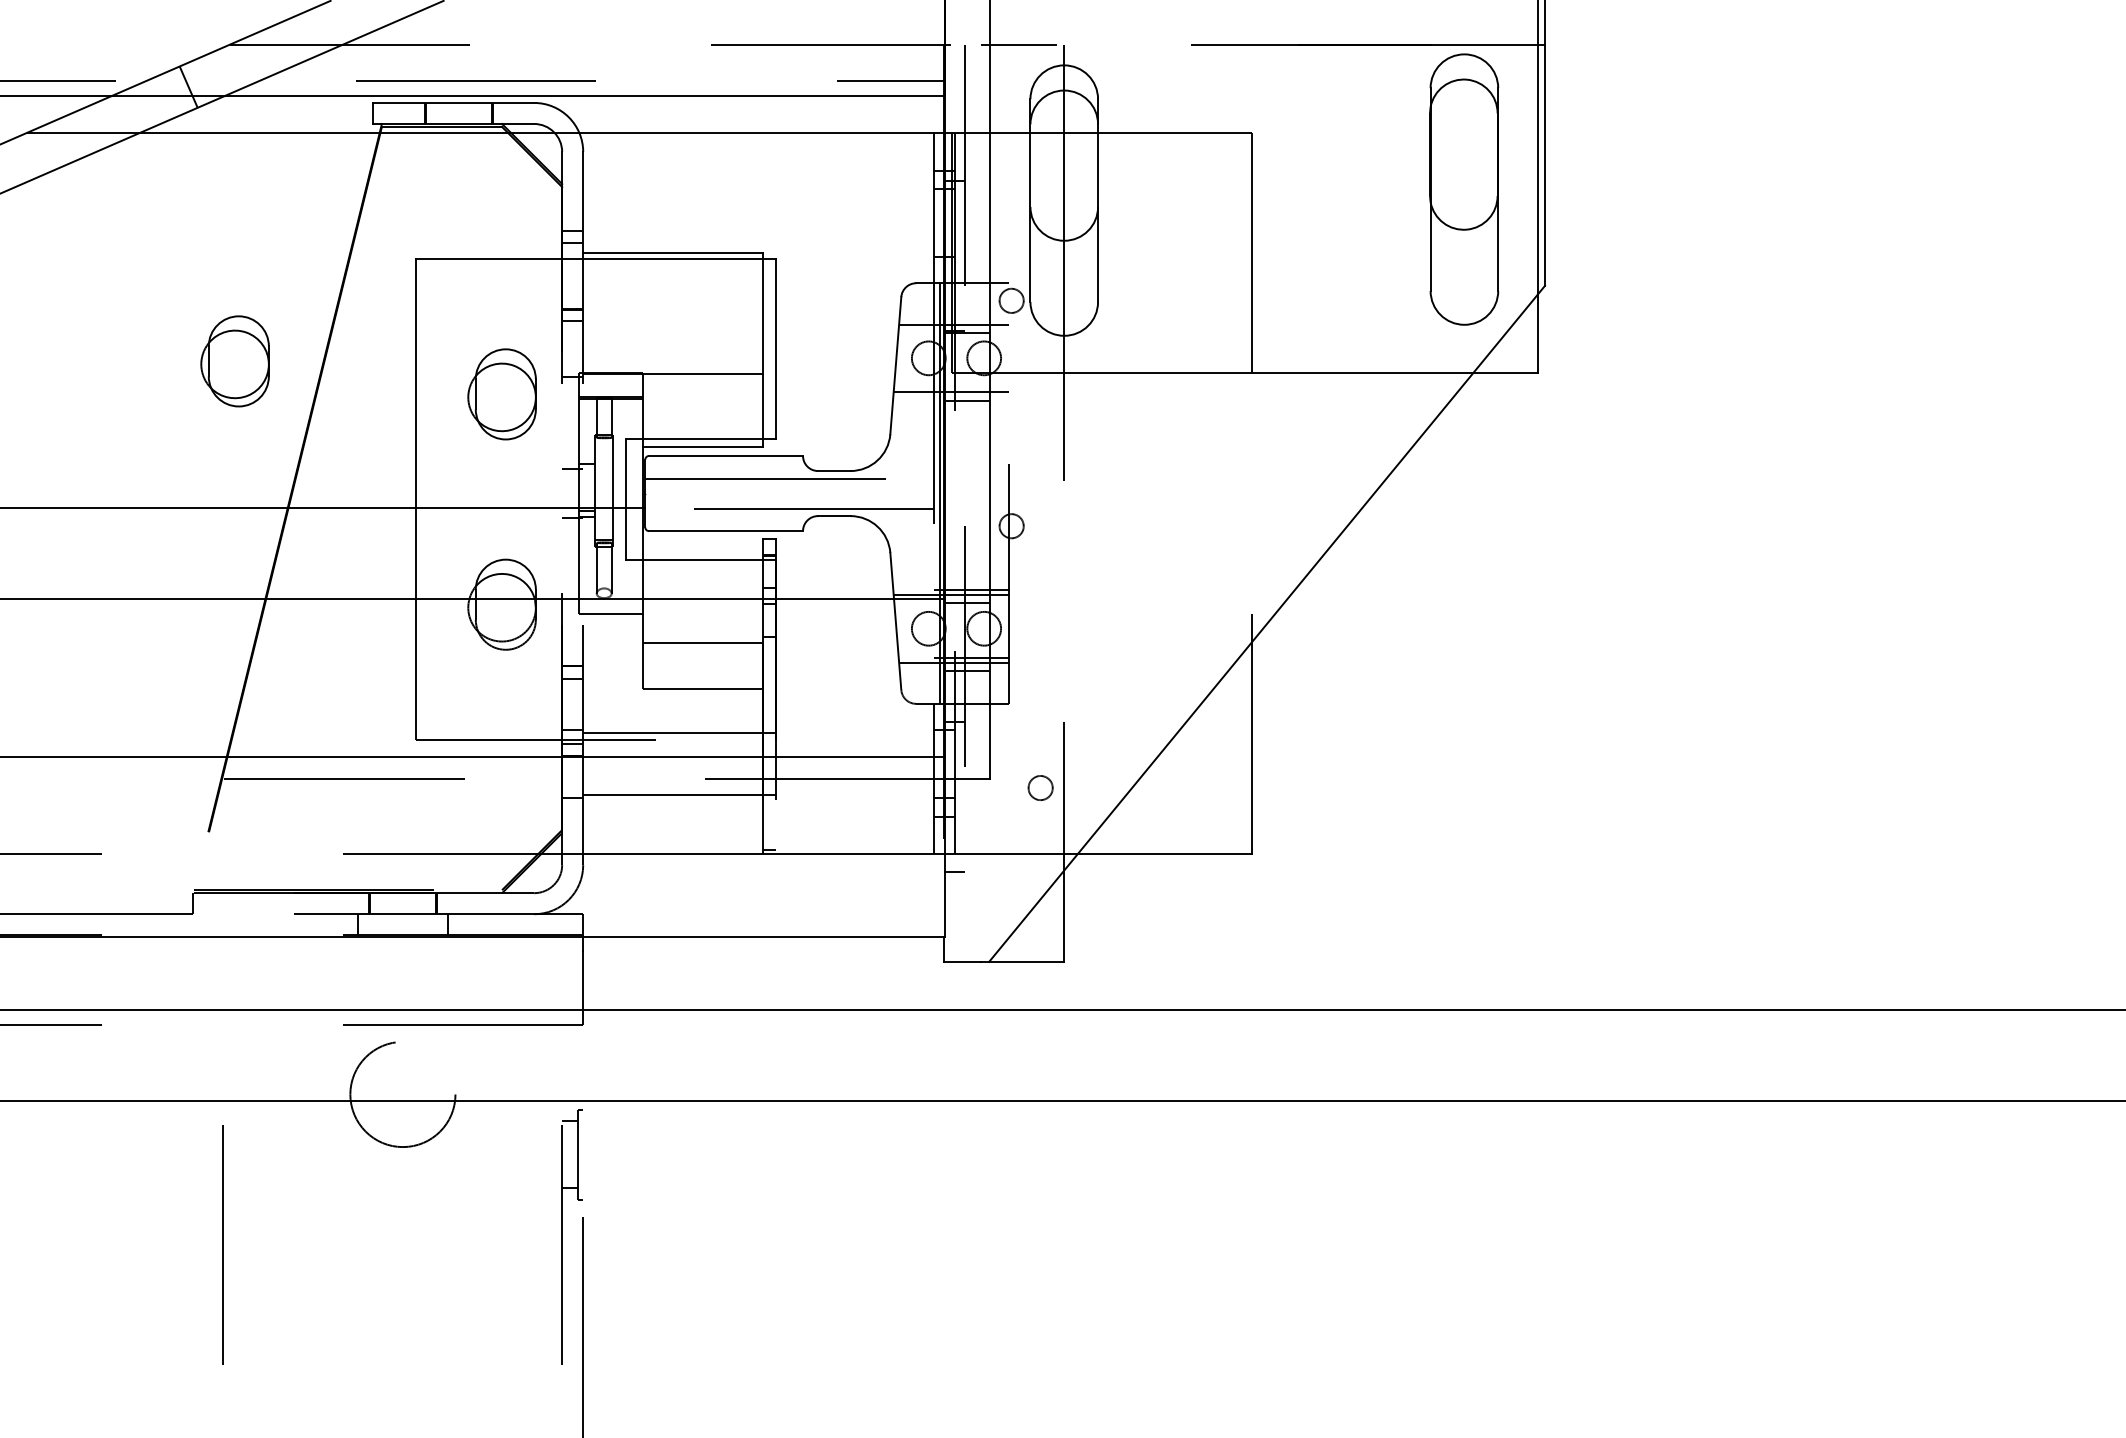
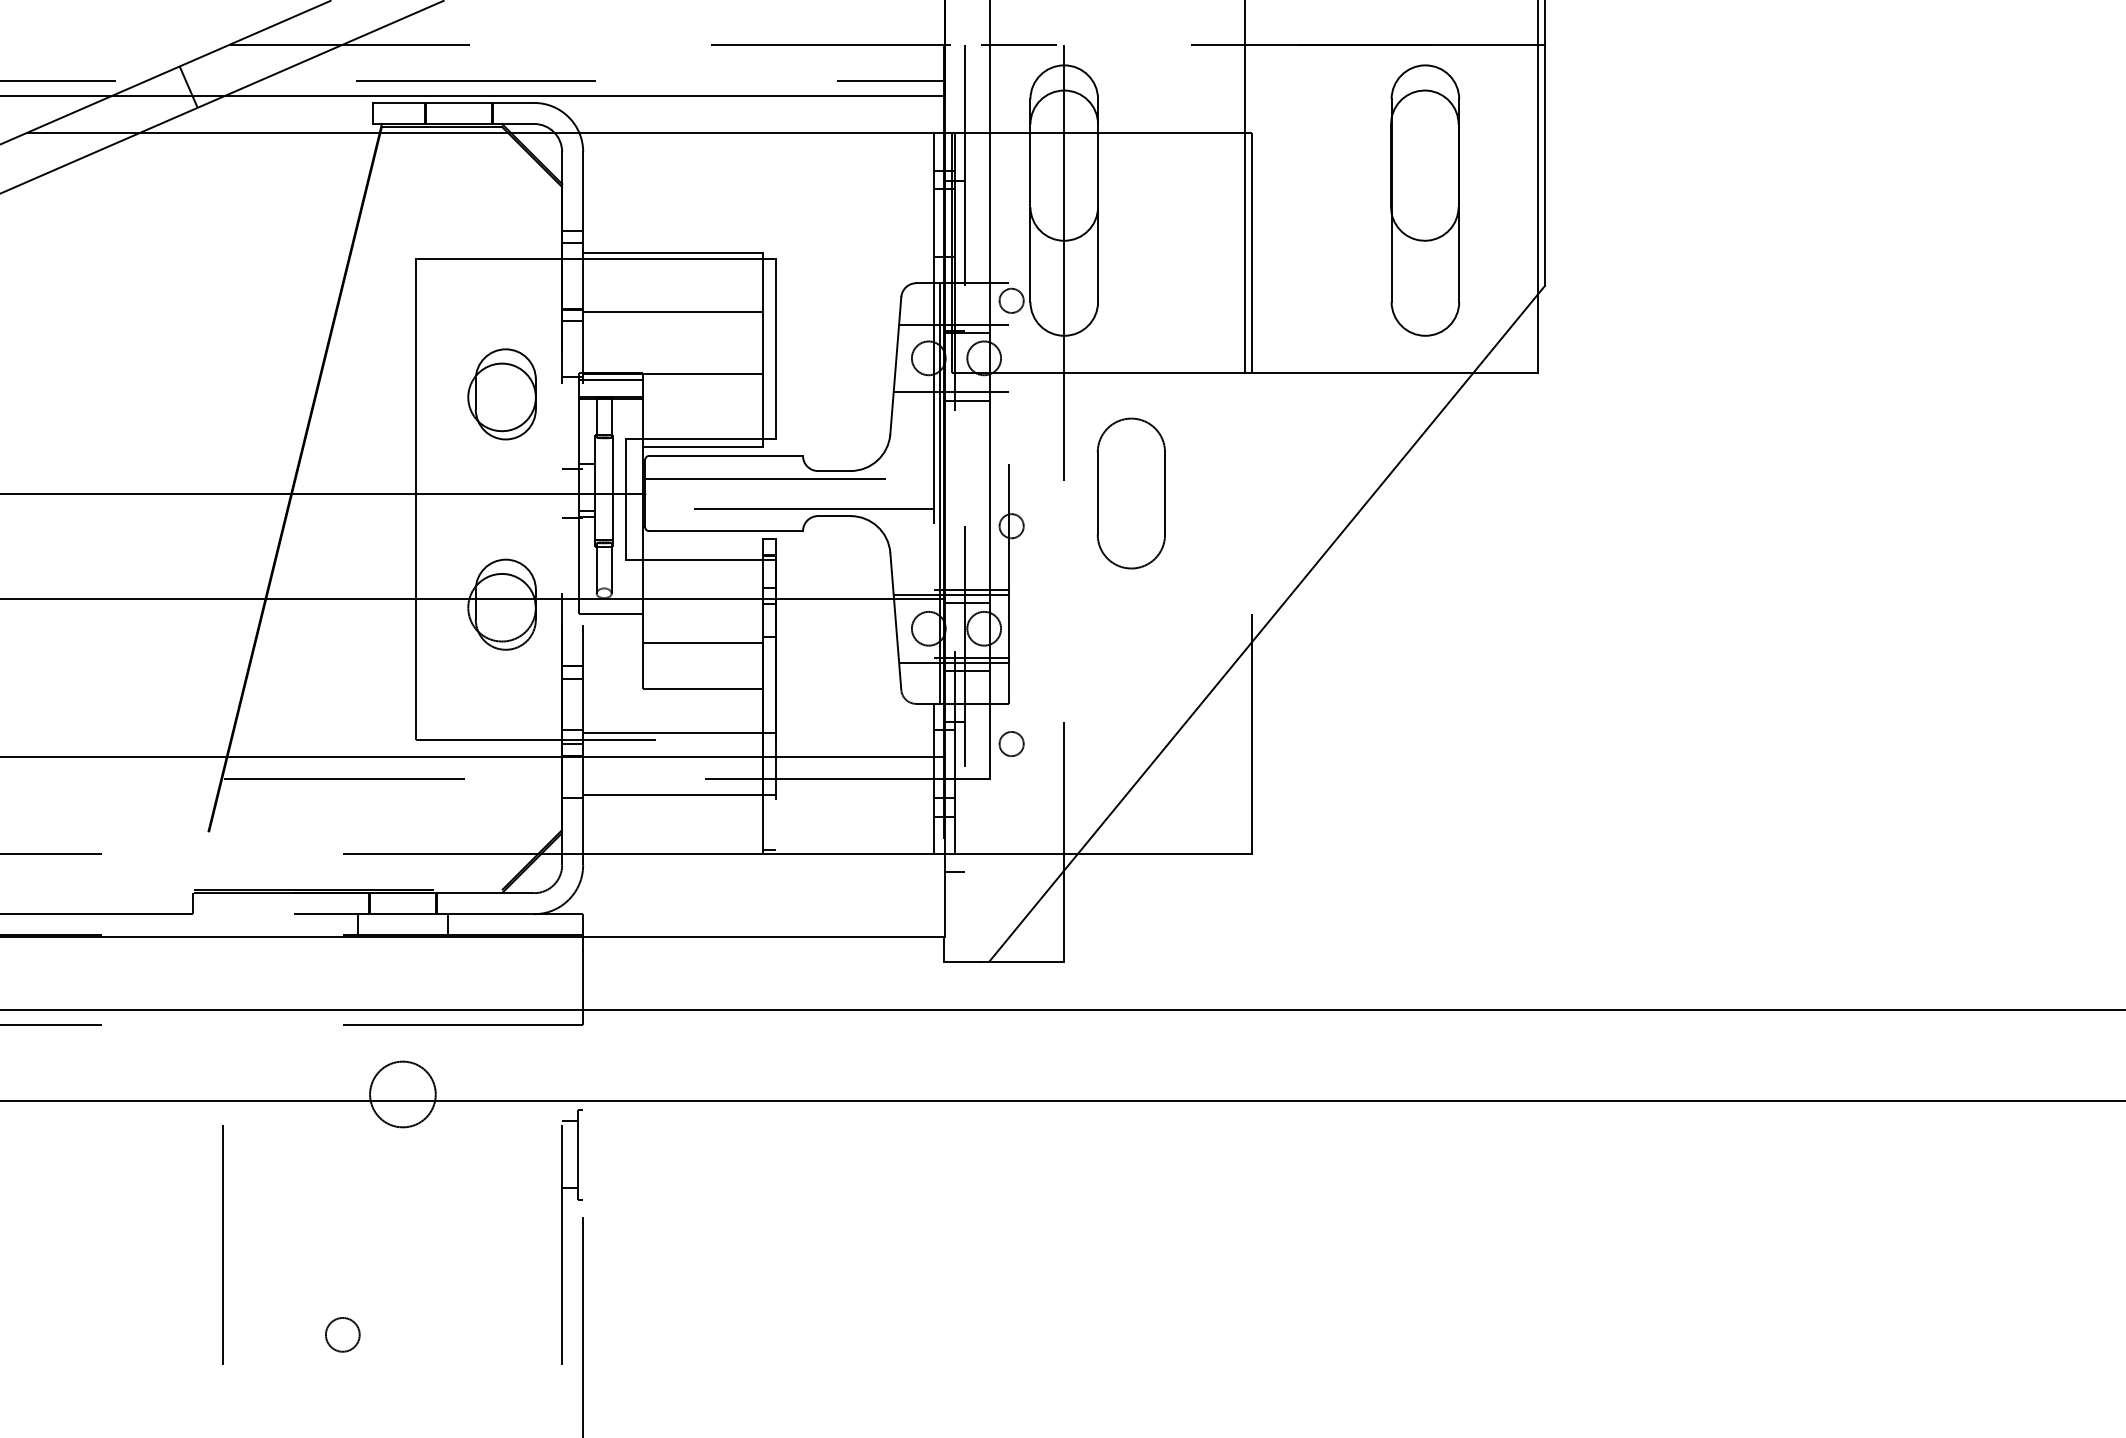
line at (1244, 187): none -> present
part at (1464, 189) position: (1464, 189) -> (1425, 200)
line at (673, 312): none -> present
part at (234, 361): present -> none
line at (611, 379): none -> present
part at (1130, 493): none -> present
line at (323, 507) position: (323, 507) -> (323, 493)
circle at (1040, 787) position: (1040, 787) -> (1011, 743)
circle at (402, 1094) diameter: 105 px -> 66 px
circle at (342, 1334): none -> present
